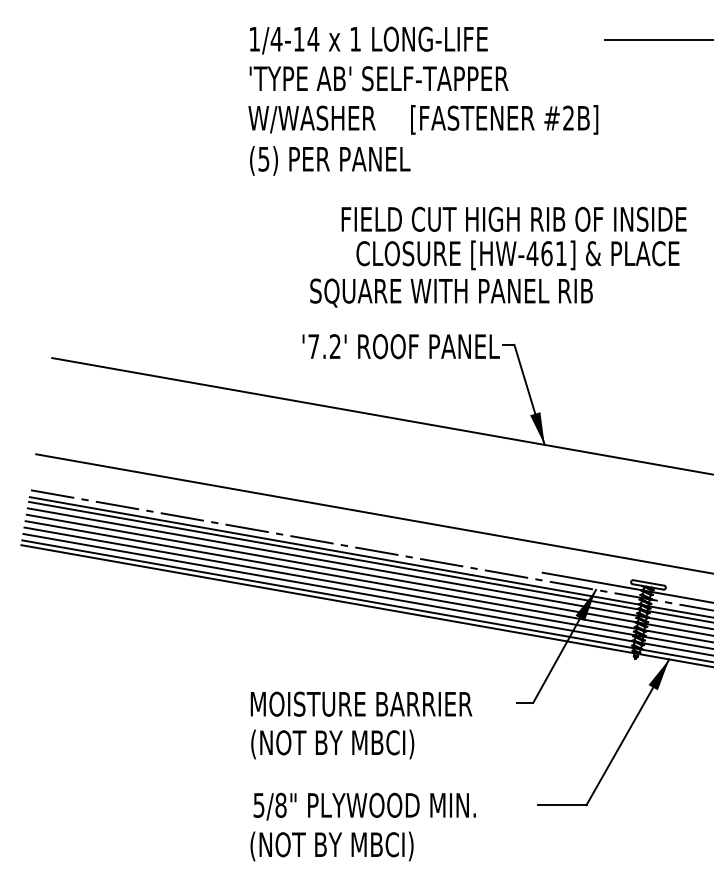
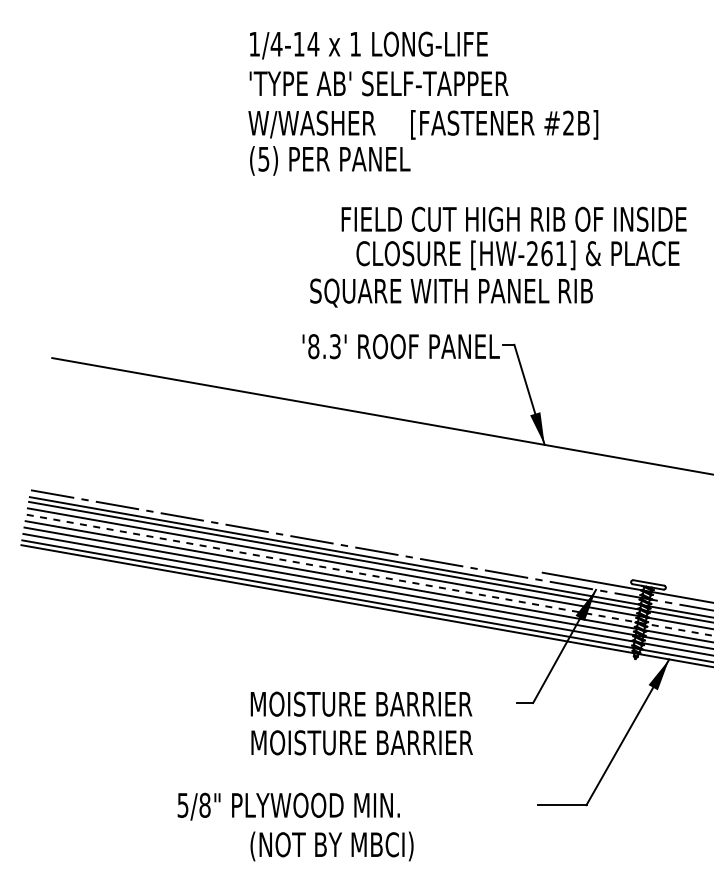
line at (657, 39): present -> none
text at (423, 80) position: (423, 80) -> (423, 85)
text at (532, 253): [HW-461] -> [HW-261]
text at (324, 346): '7.2' -> '8.3'
line at (373, 513): present -> none
line at (370, 575): solid -> dashed
text at (361, 744): (NOT BY MBCI) -> MOISTURE BARRIER
text at (364, 806) position: (364, 806) -> (288, 806)
